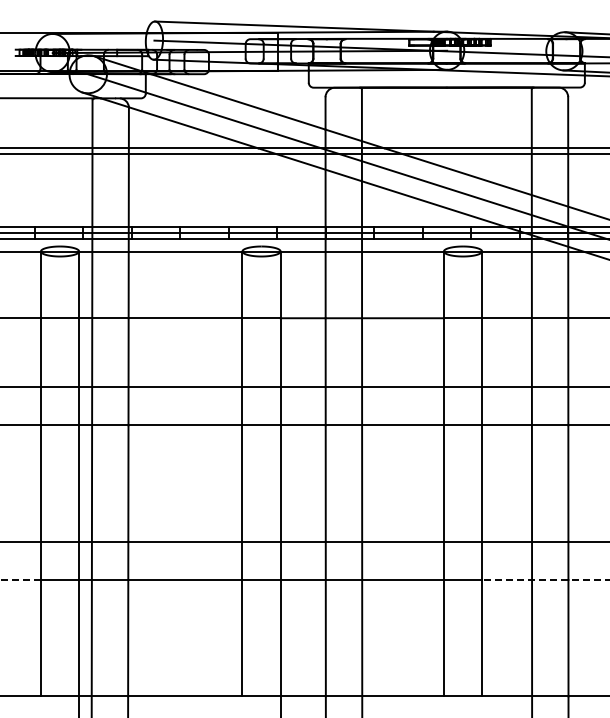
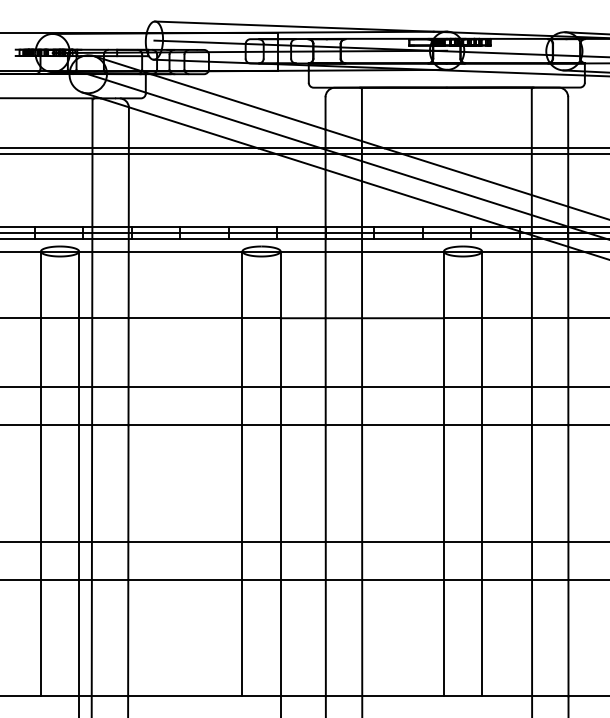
line at (20, 579): dashed -> solid
line at (545, 579): dashed -> solid
